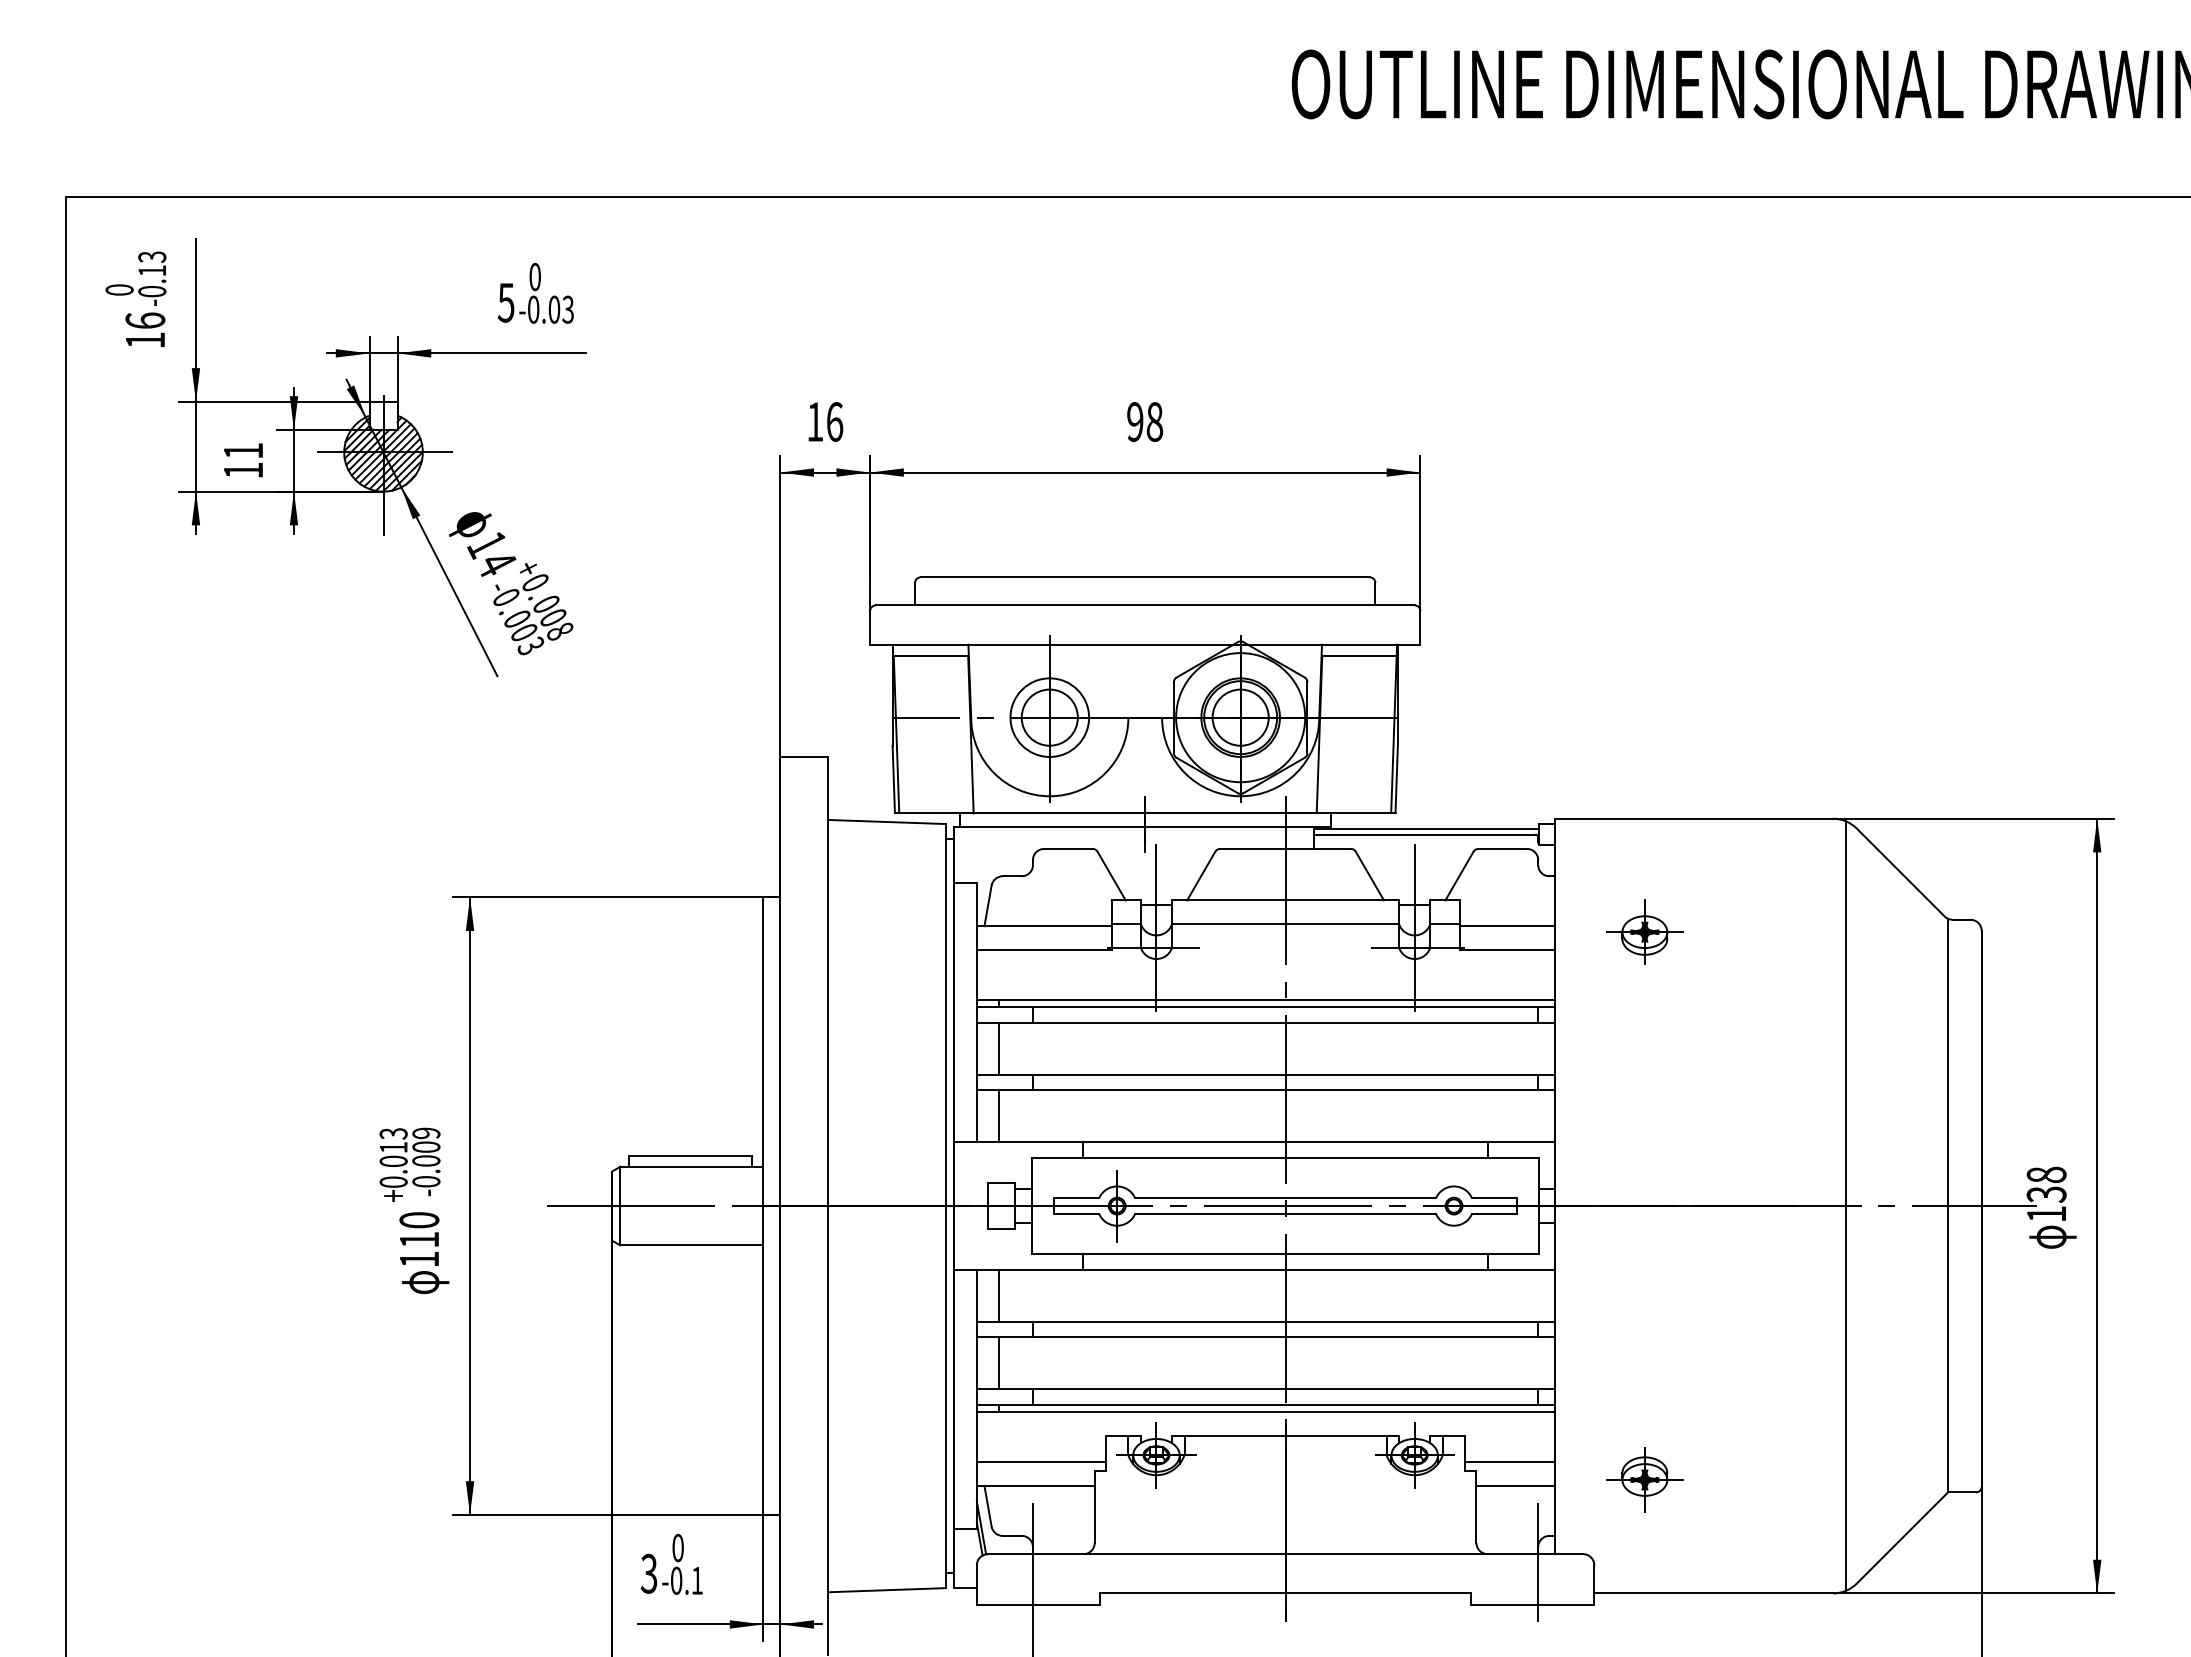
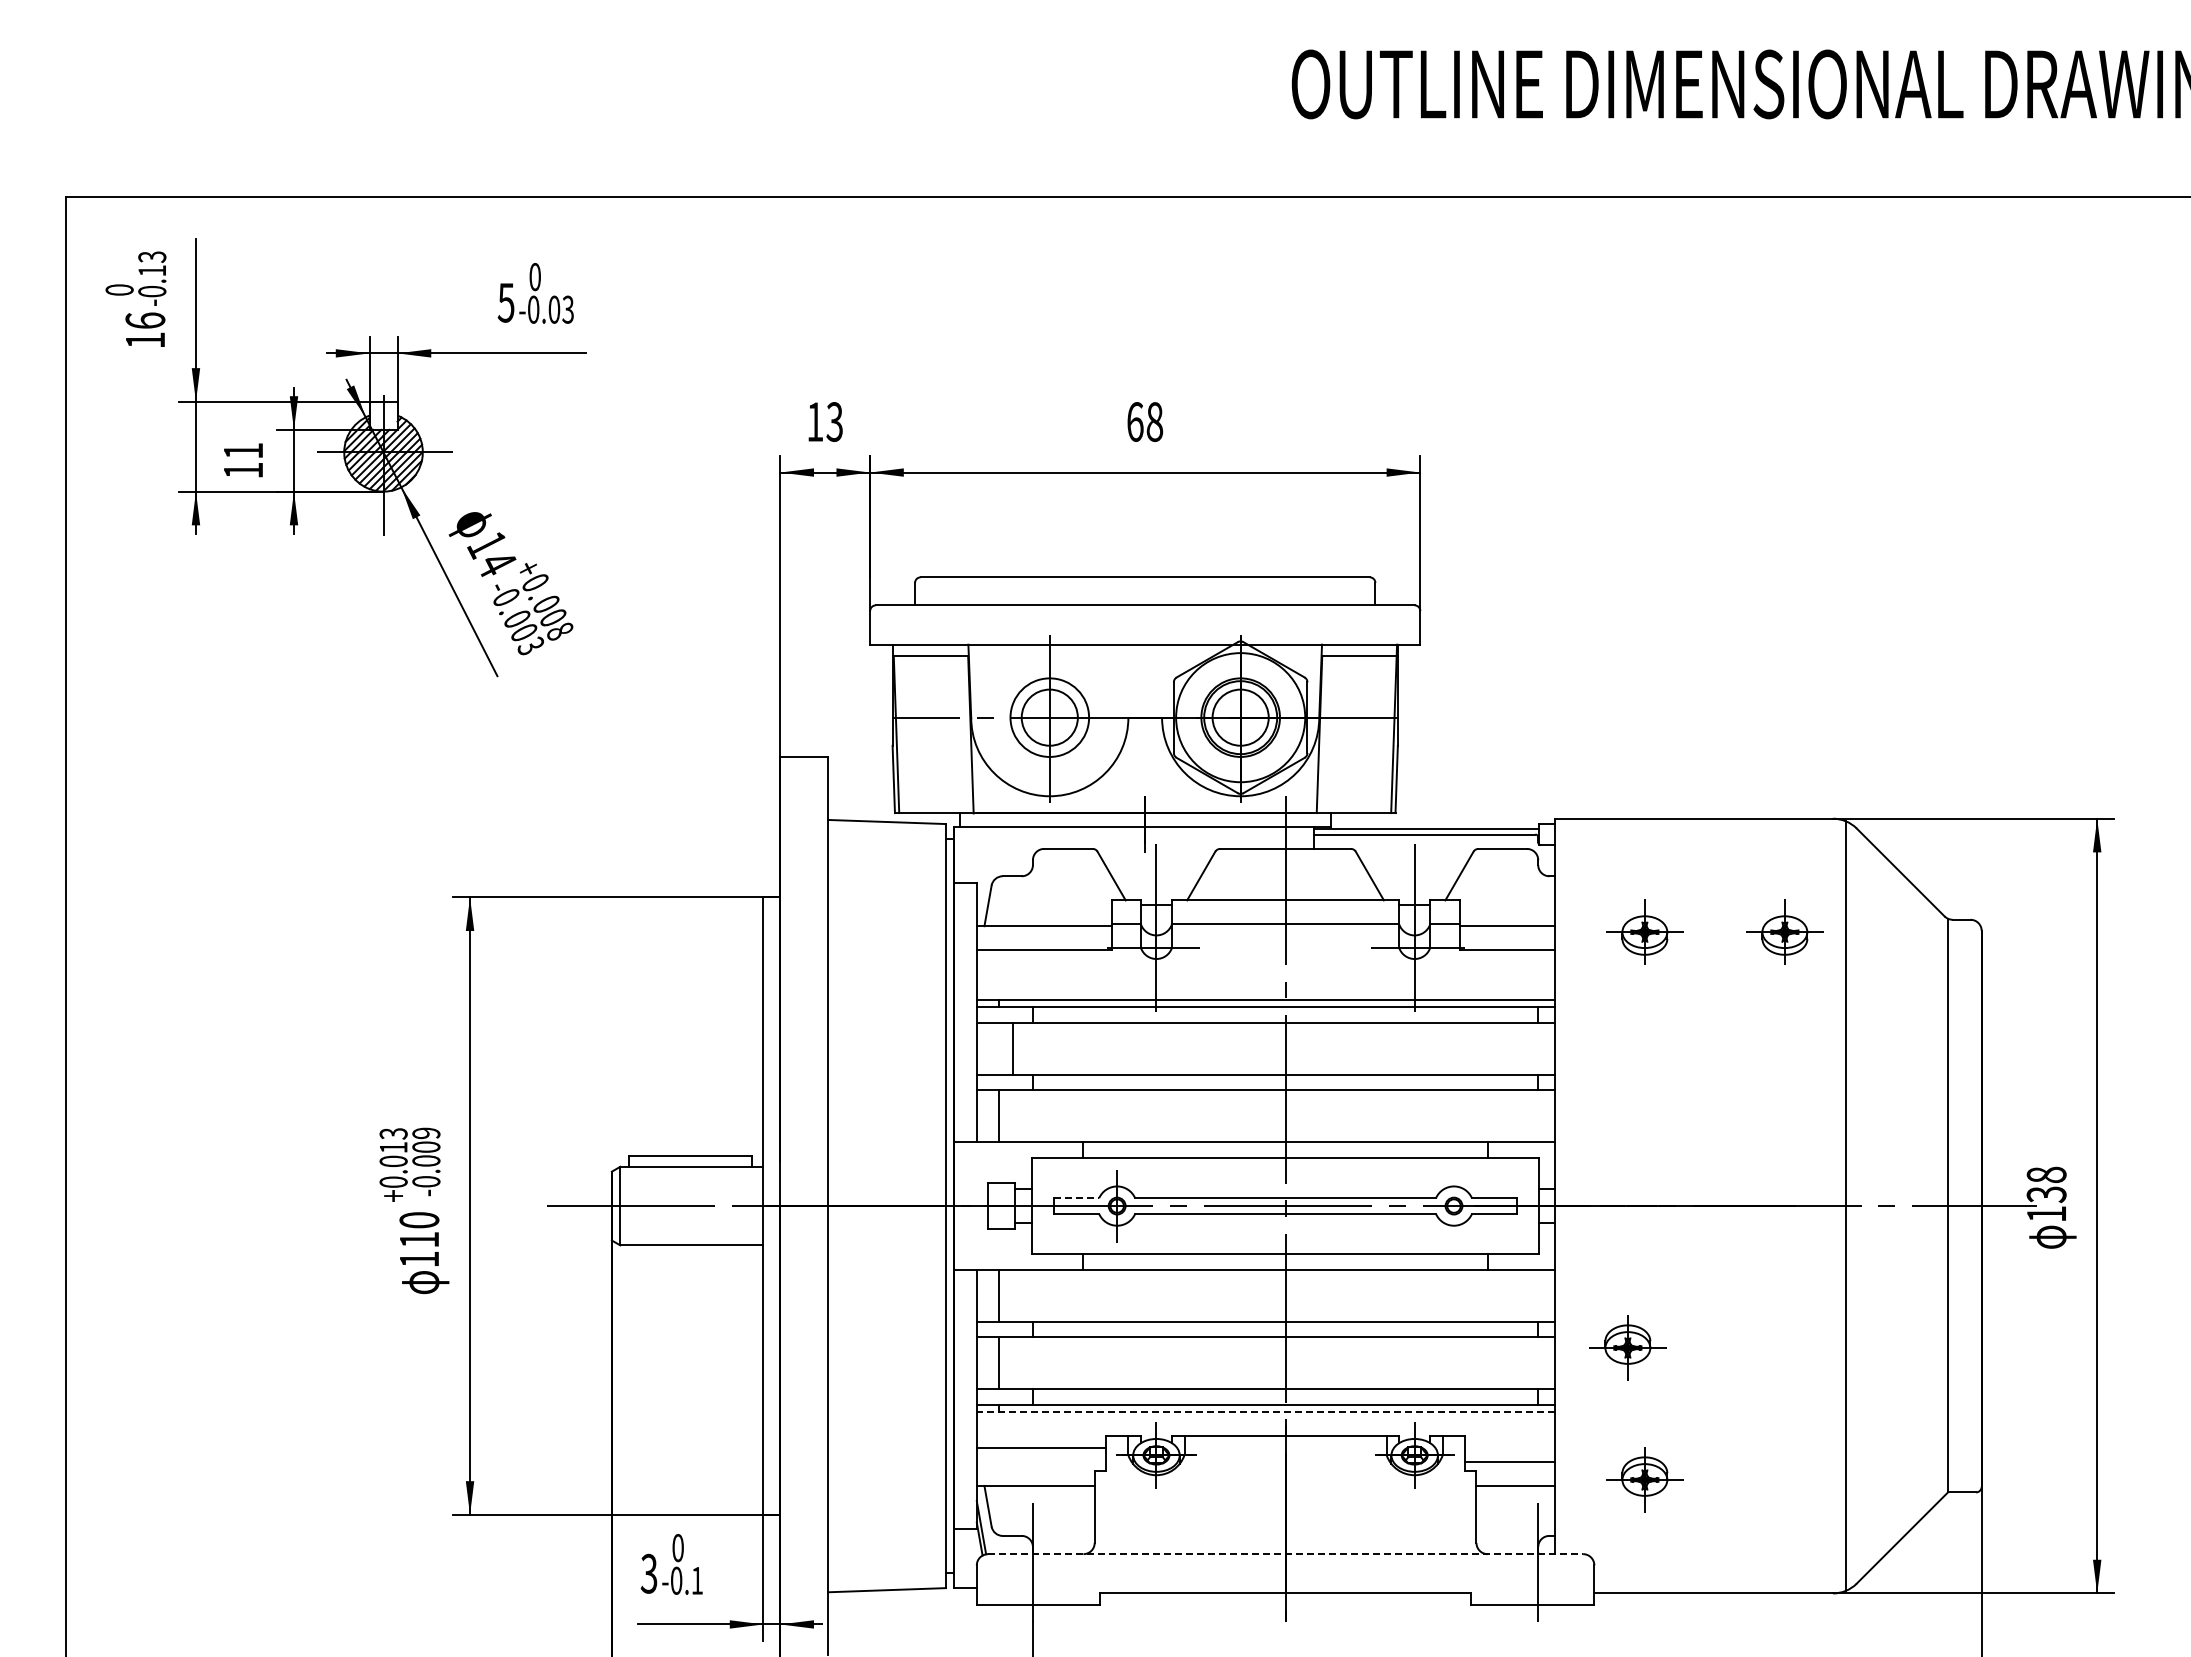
text at (834, 421): 16 -> 13
text at (1135, 421): 98 -> 68
part at (1784, 931): none -> present
line at (999, 1048) position: (999, 1048) -> (1013, 1048)
line at (1077, 1198): solid -> dashed
part at (1627, 1347): none -> present
line at (1265, 1412): solid -> dashed
line at (1040, 1462) position: (1040, 1462) -> (1040, 1448)
line at (1285, 1554): solid -> dashed
